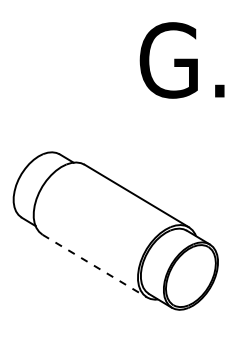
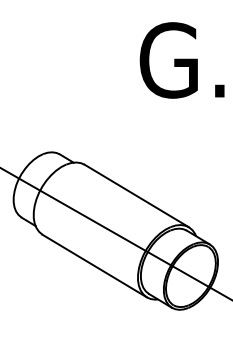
line at (115, 233): none -> present
line at (94, 266): dashed -> solid
